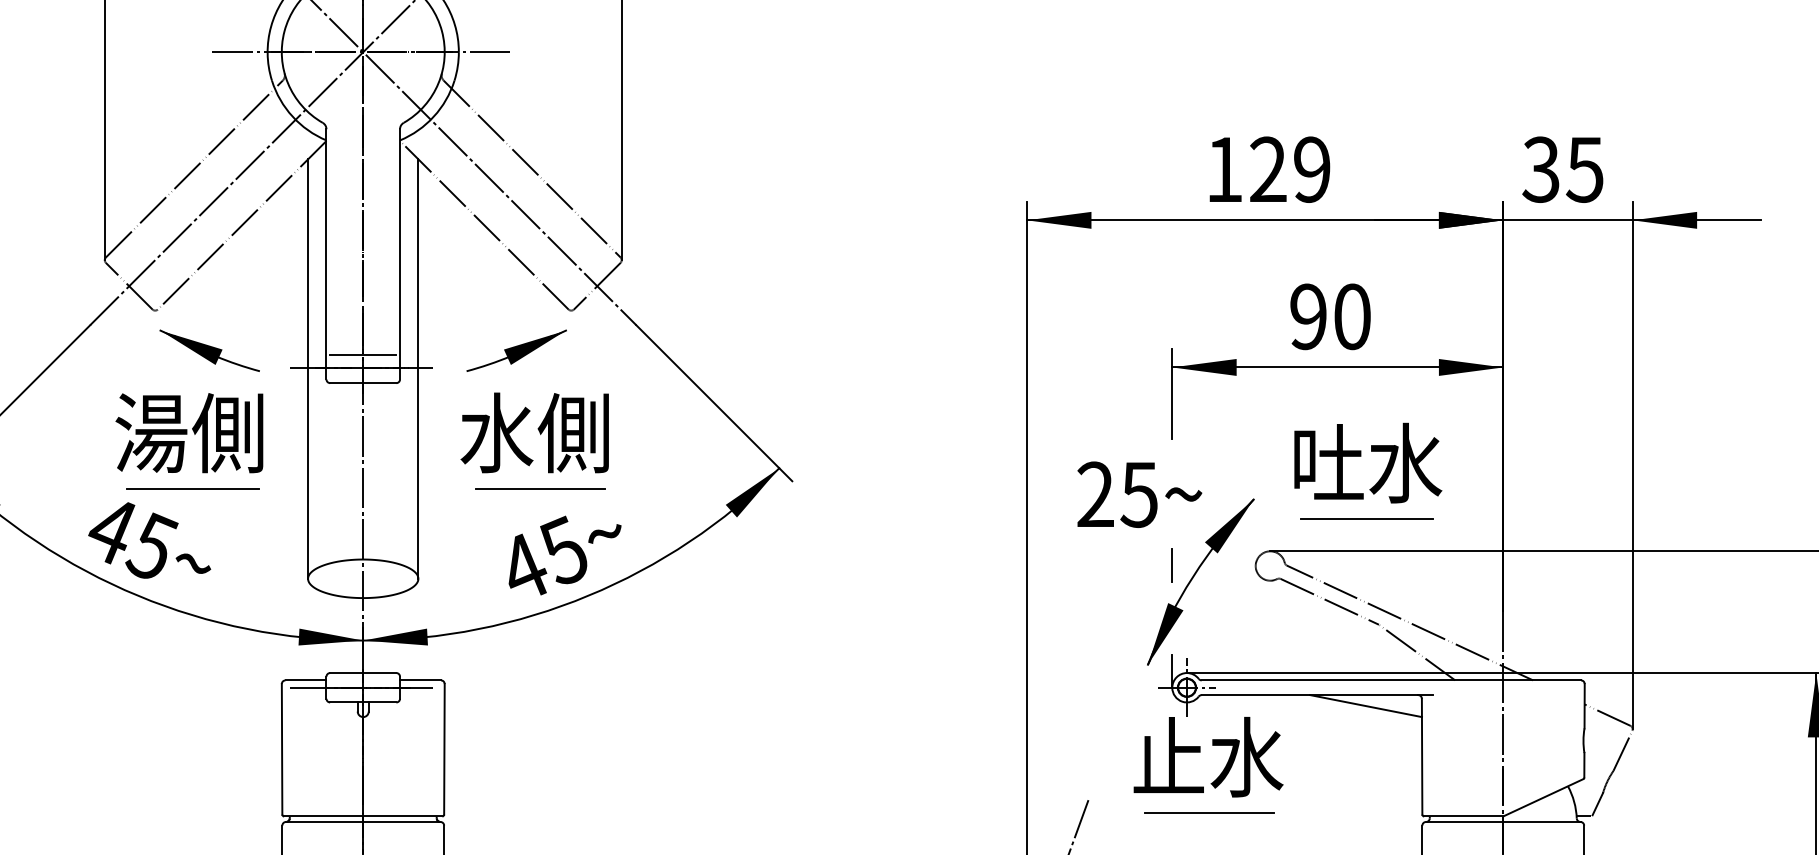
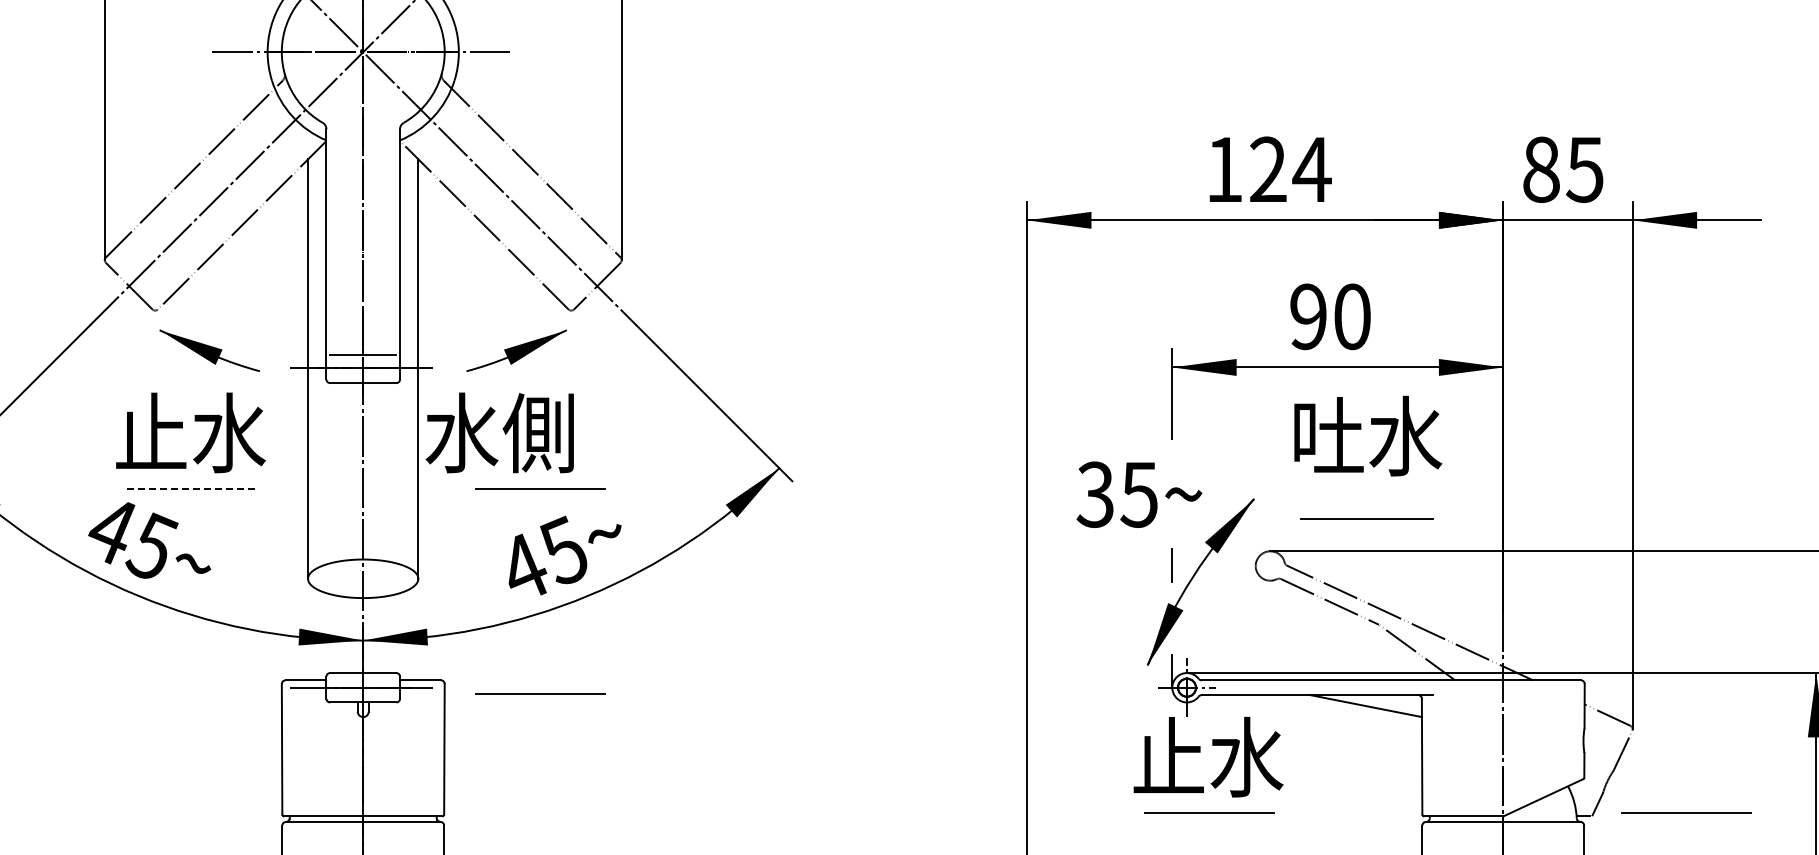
text at (1311, 169): 129 -> 124
text at (1540, 169): 35 -> 85
text at (190, 432): 湯側 -> 止水
text at (534, 432) position: (534, 432) -> (499, 432)
text at (1368, 462) position: (1368, 462) -> (1368, 435)
line at (193, 489): solid -> dashed
text at (1094, 494): 25 -> 35
line at (540, 693): none -> present
line at (1686, 812): none -> present
line at (1078, 825): present -> none
